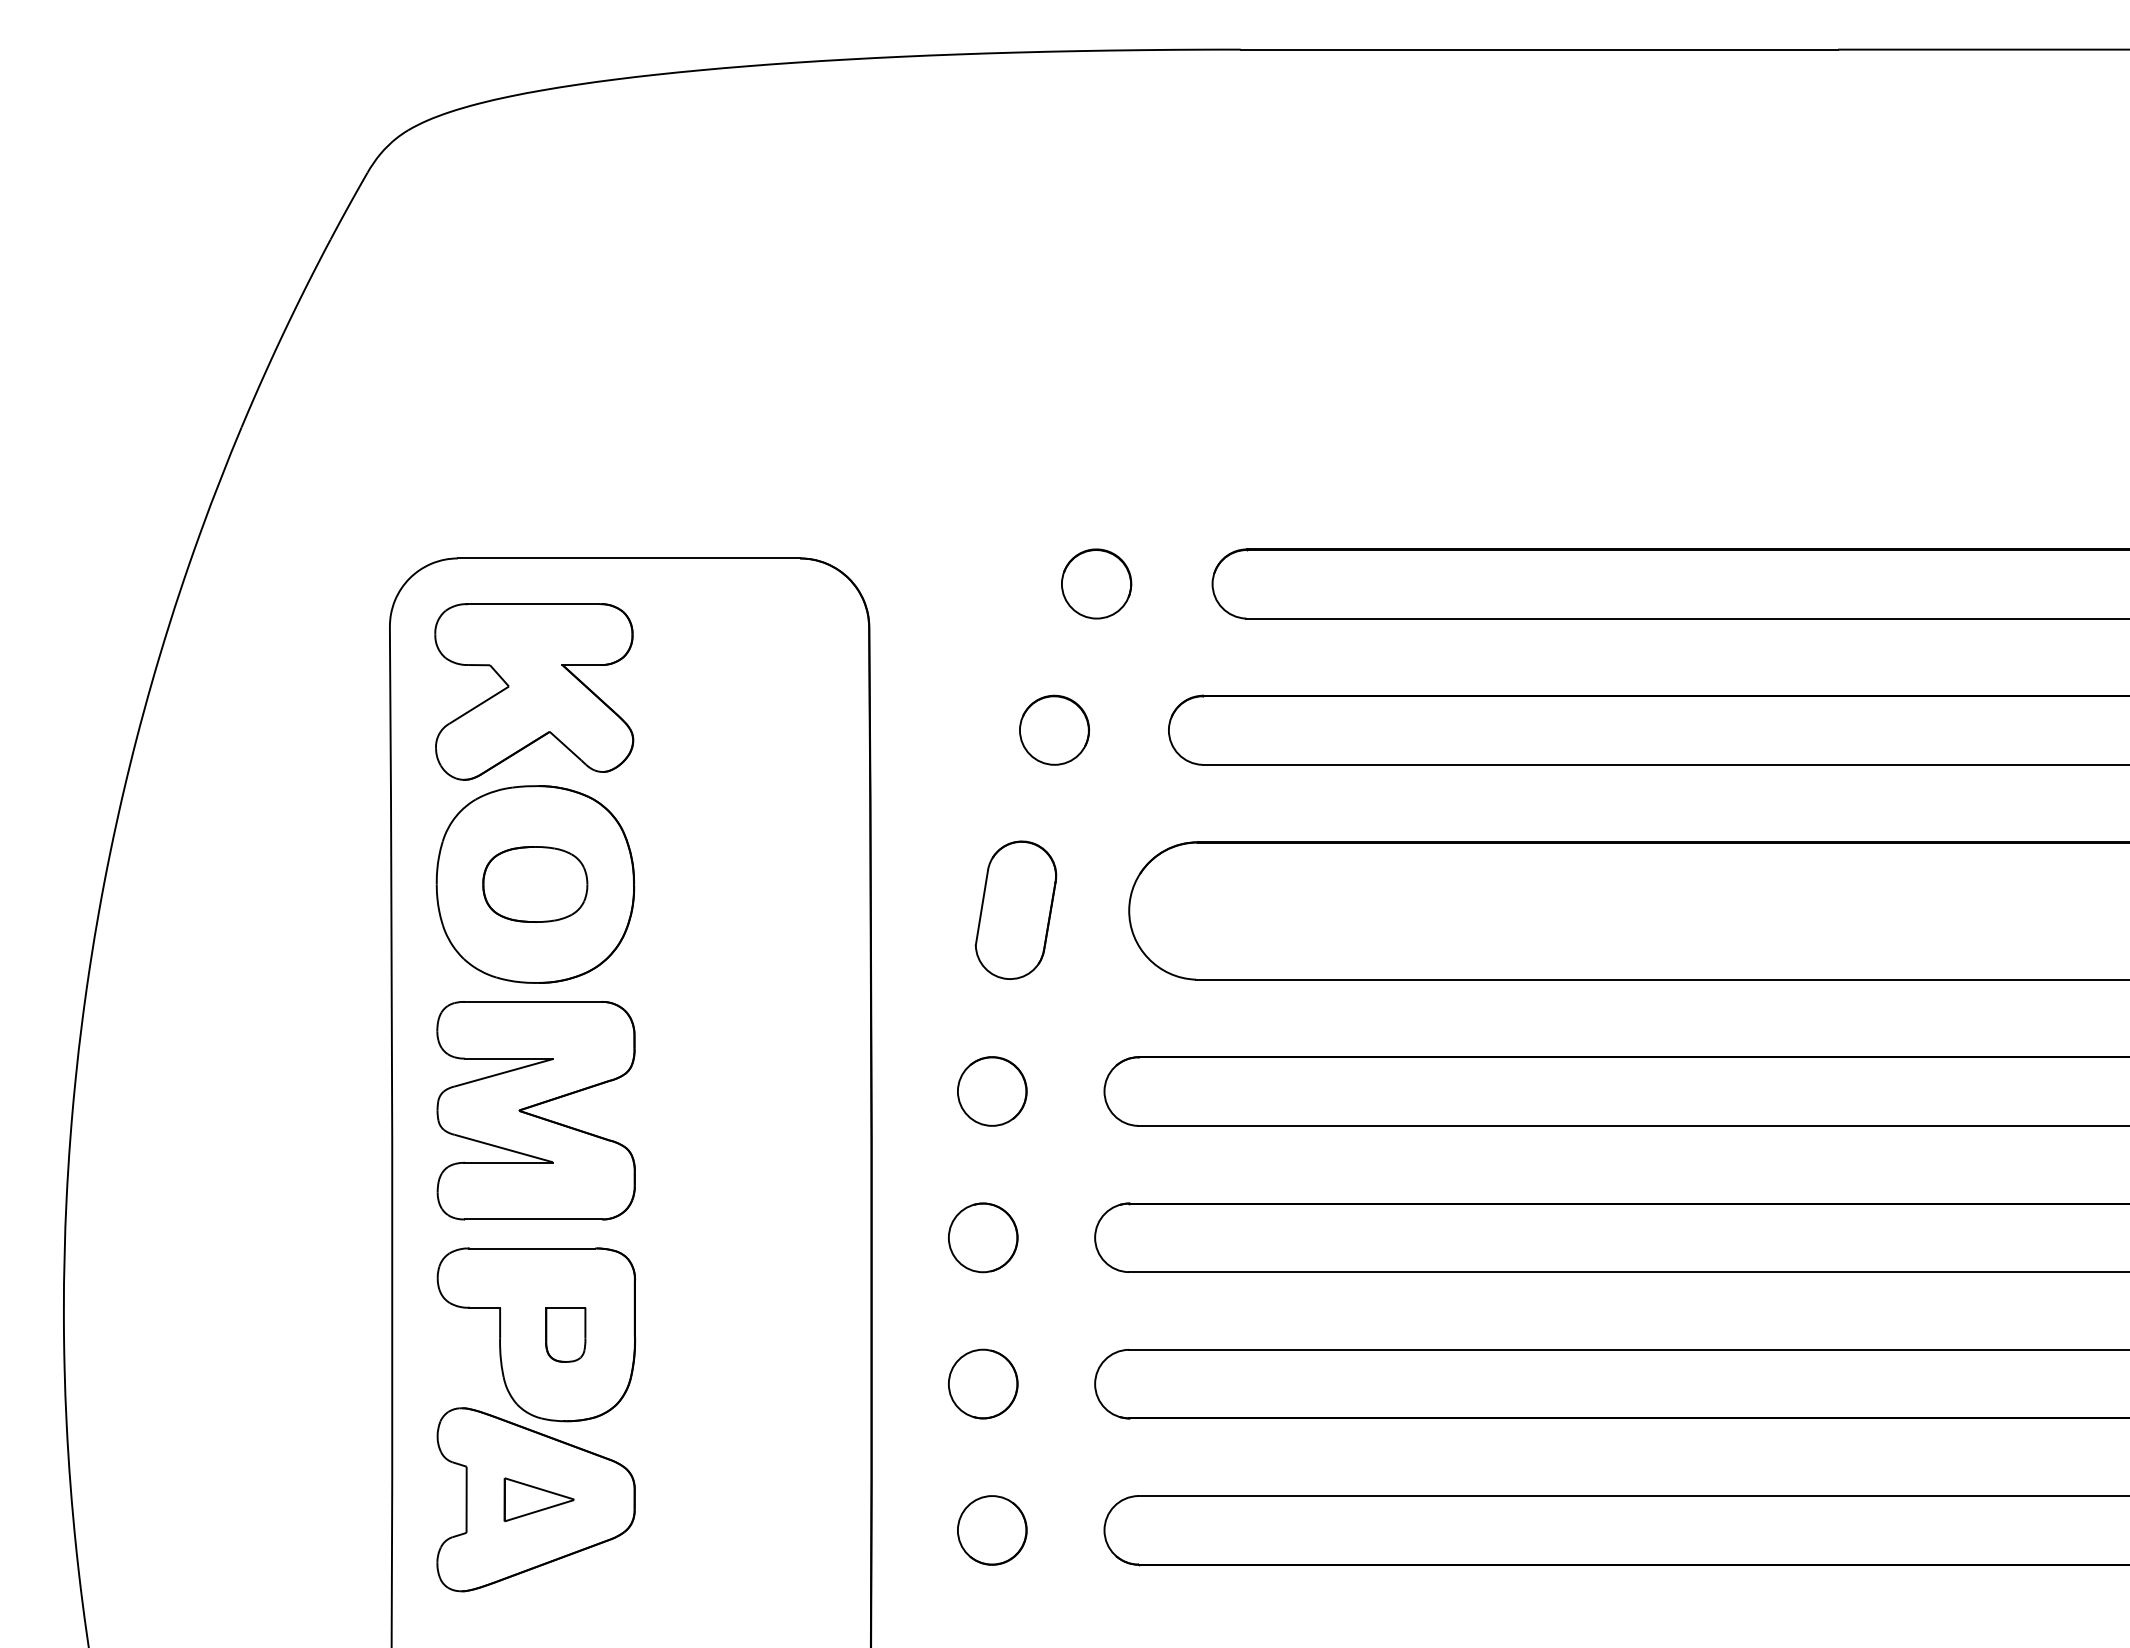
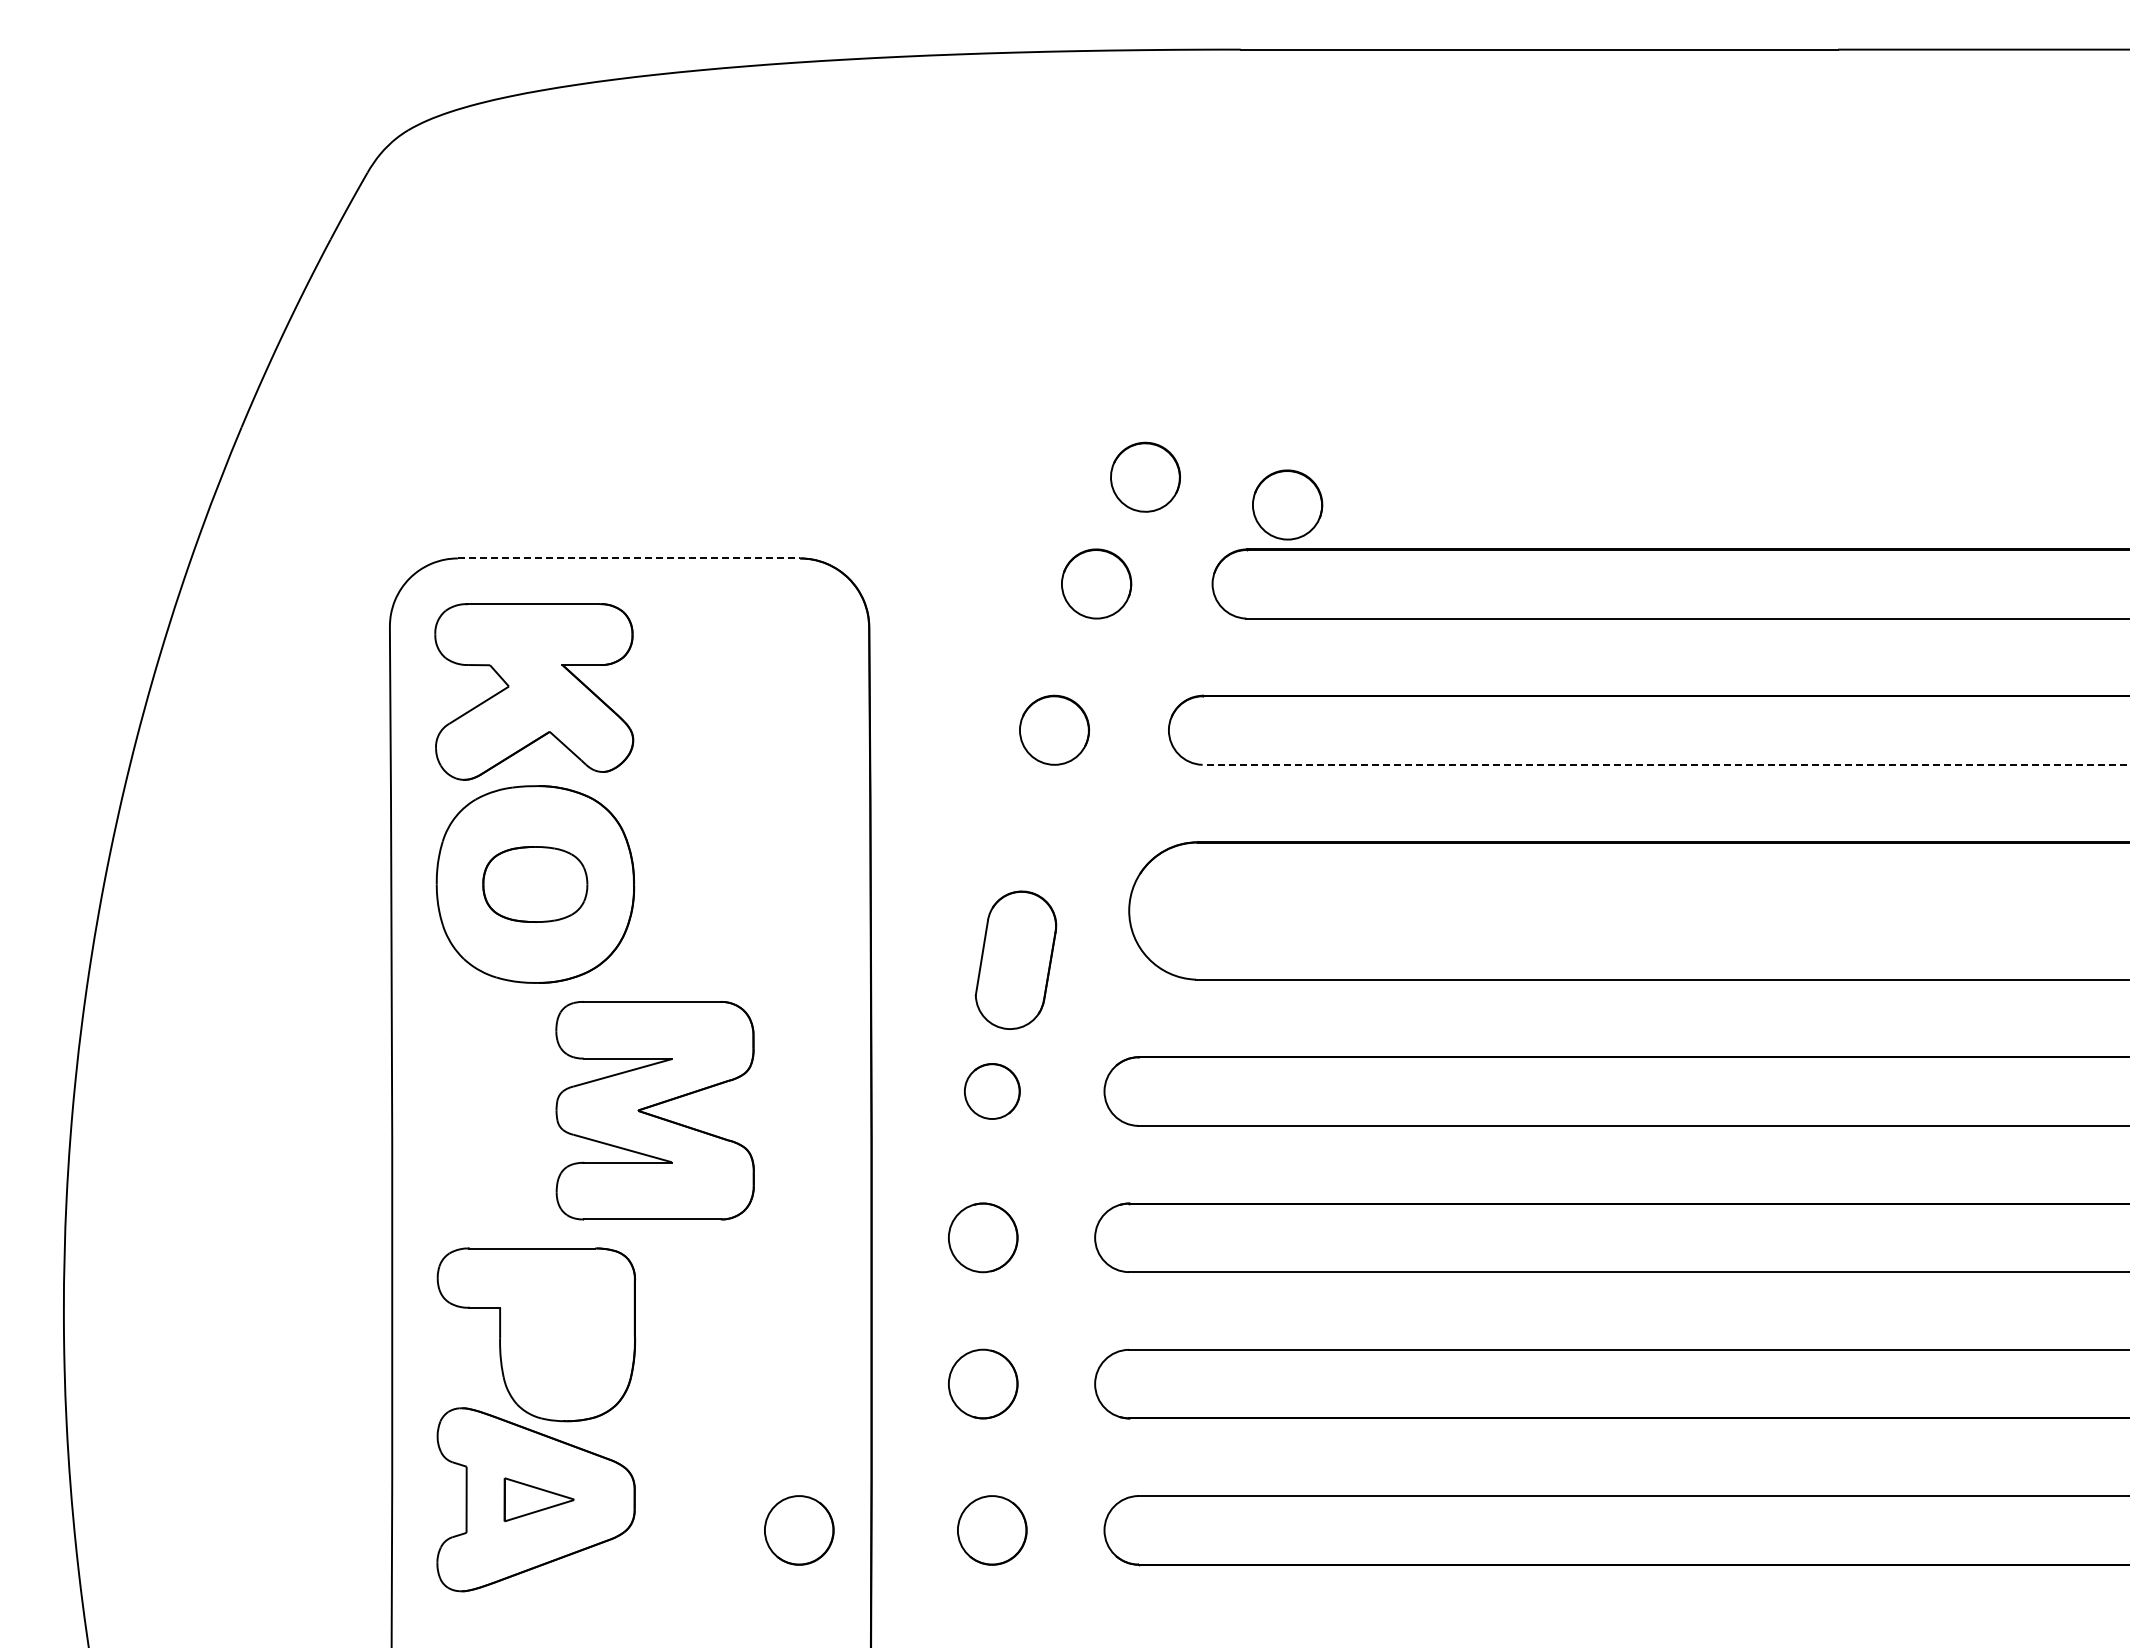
part at (1145, 476): none -> present
part at (1287, 504): none -> present
line at (629, 558): solid -> dashed
line at (1665, 764): solid -> dashed
part at (1015, 909) position: (1015, 909) -> (1015, 959)
part at (992, 1091) size: 71x71 px -> 57x57 px
part at (535, 1110) position: (535, 1110) -> (654, 1110)
part at (565, 1334): present -> none
part at (799, 1530): none -> present
